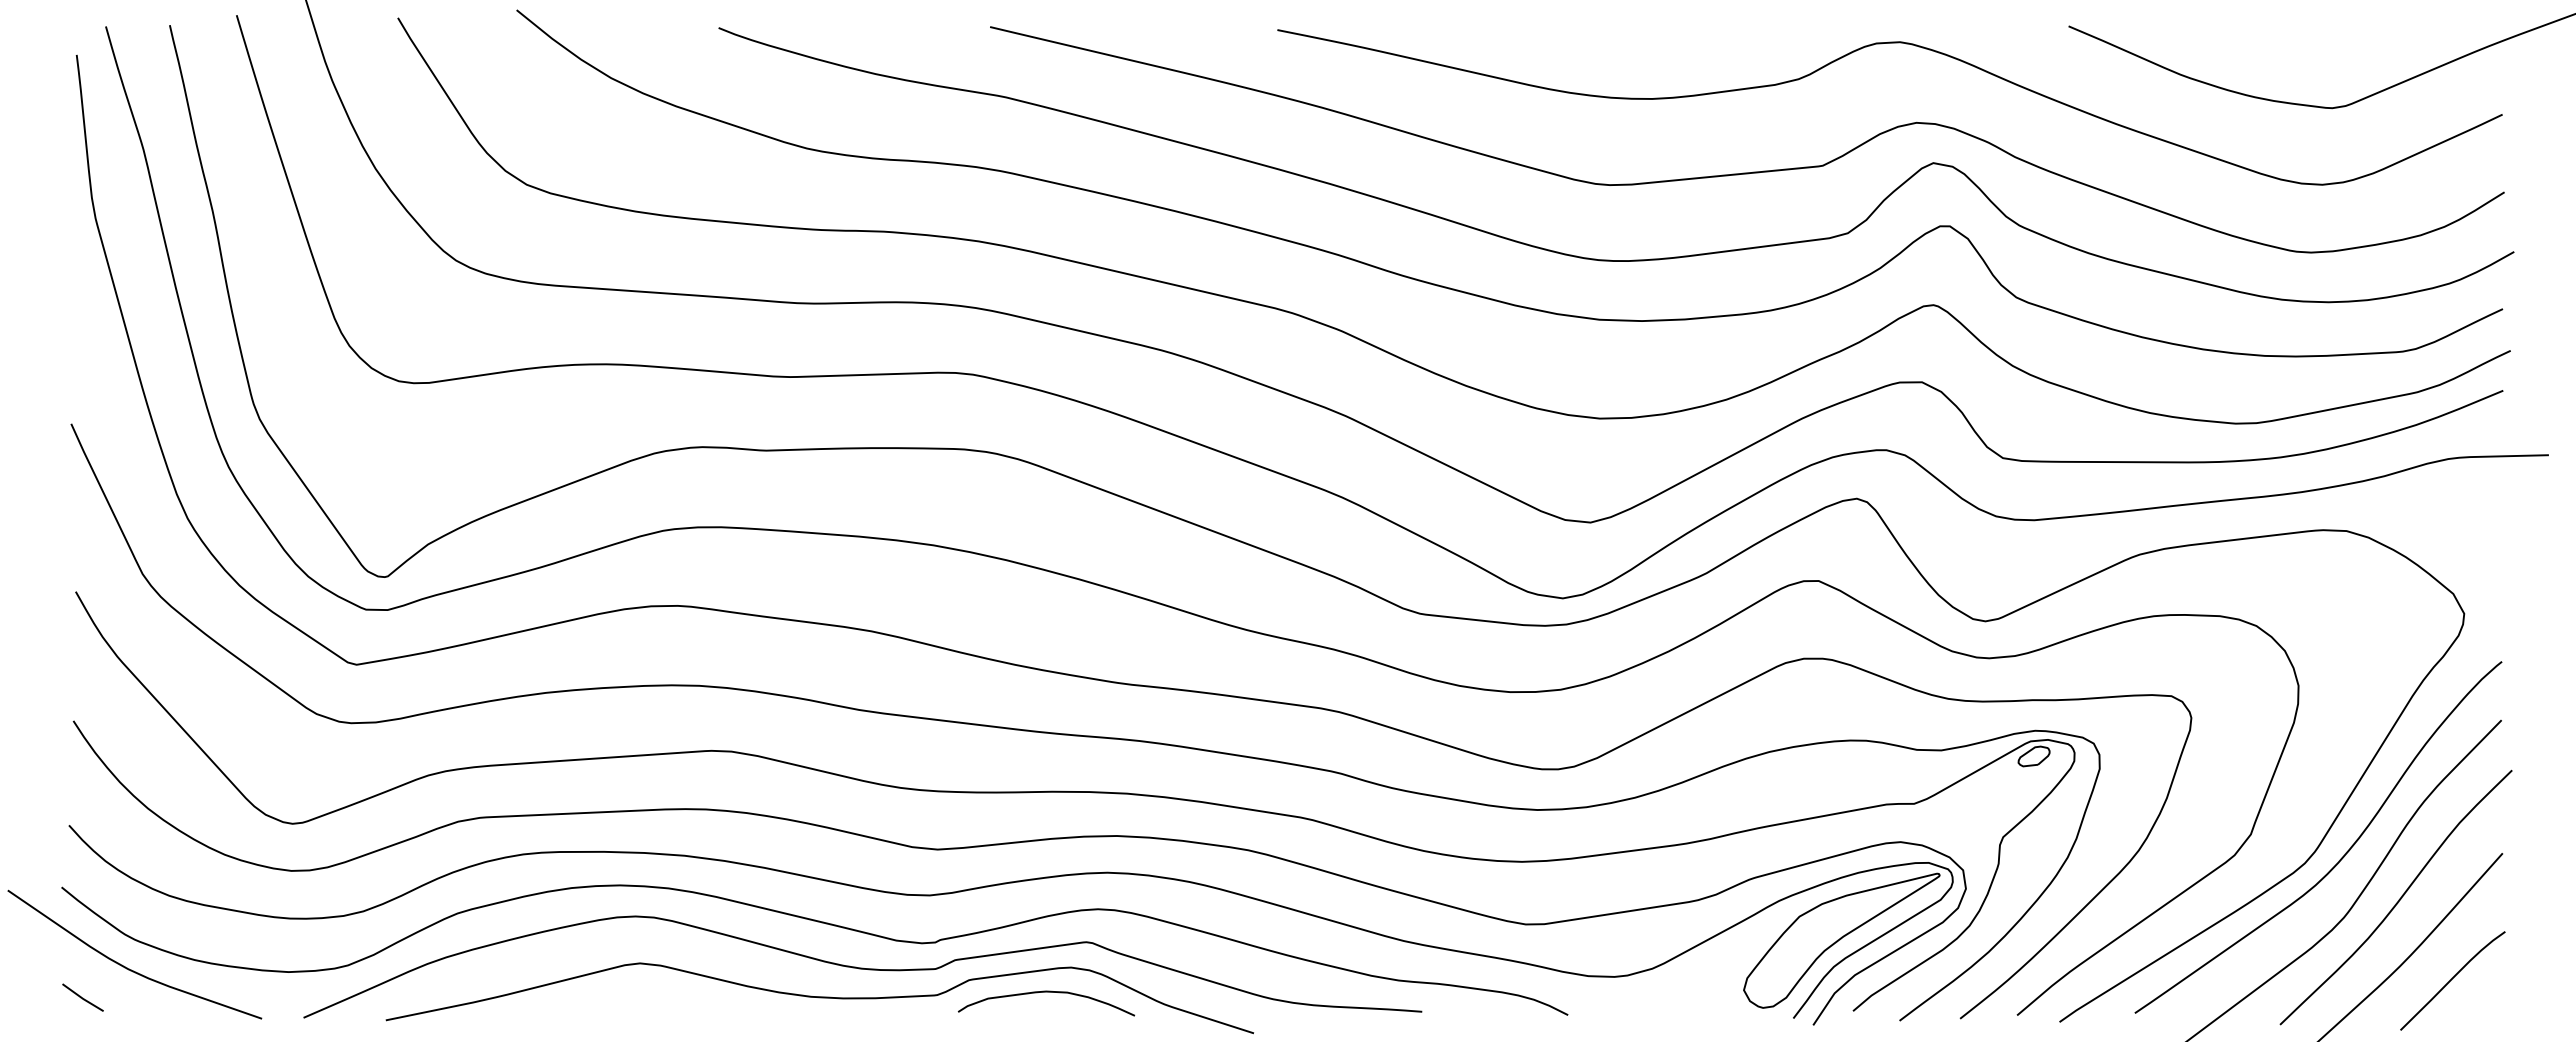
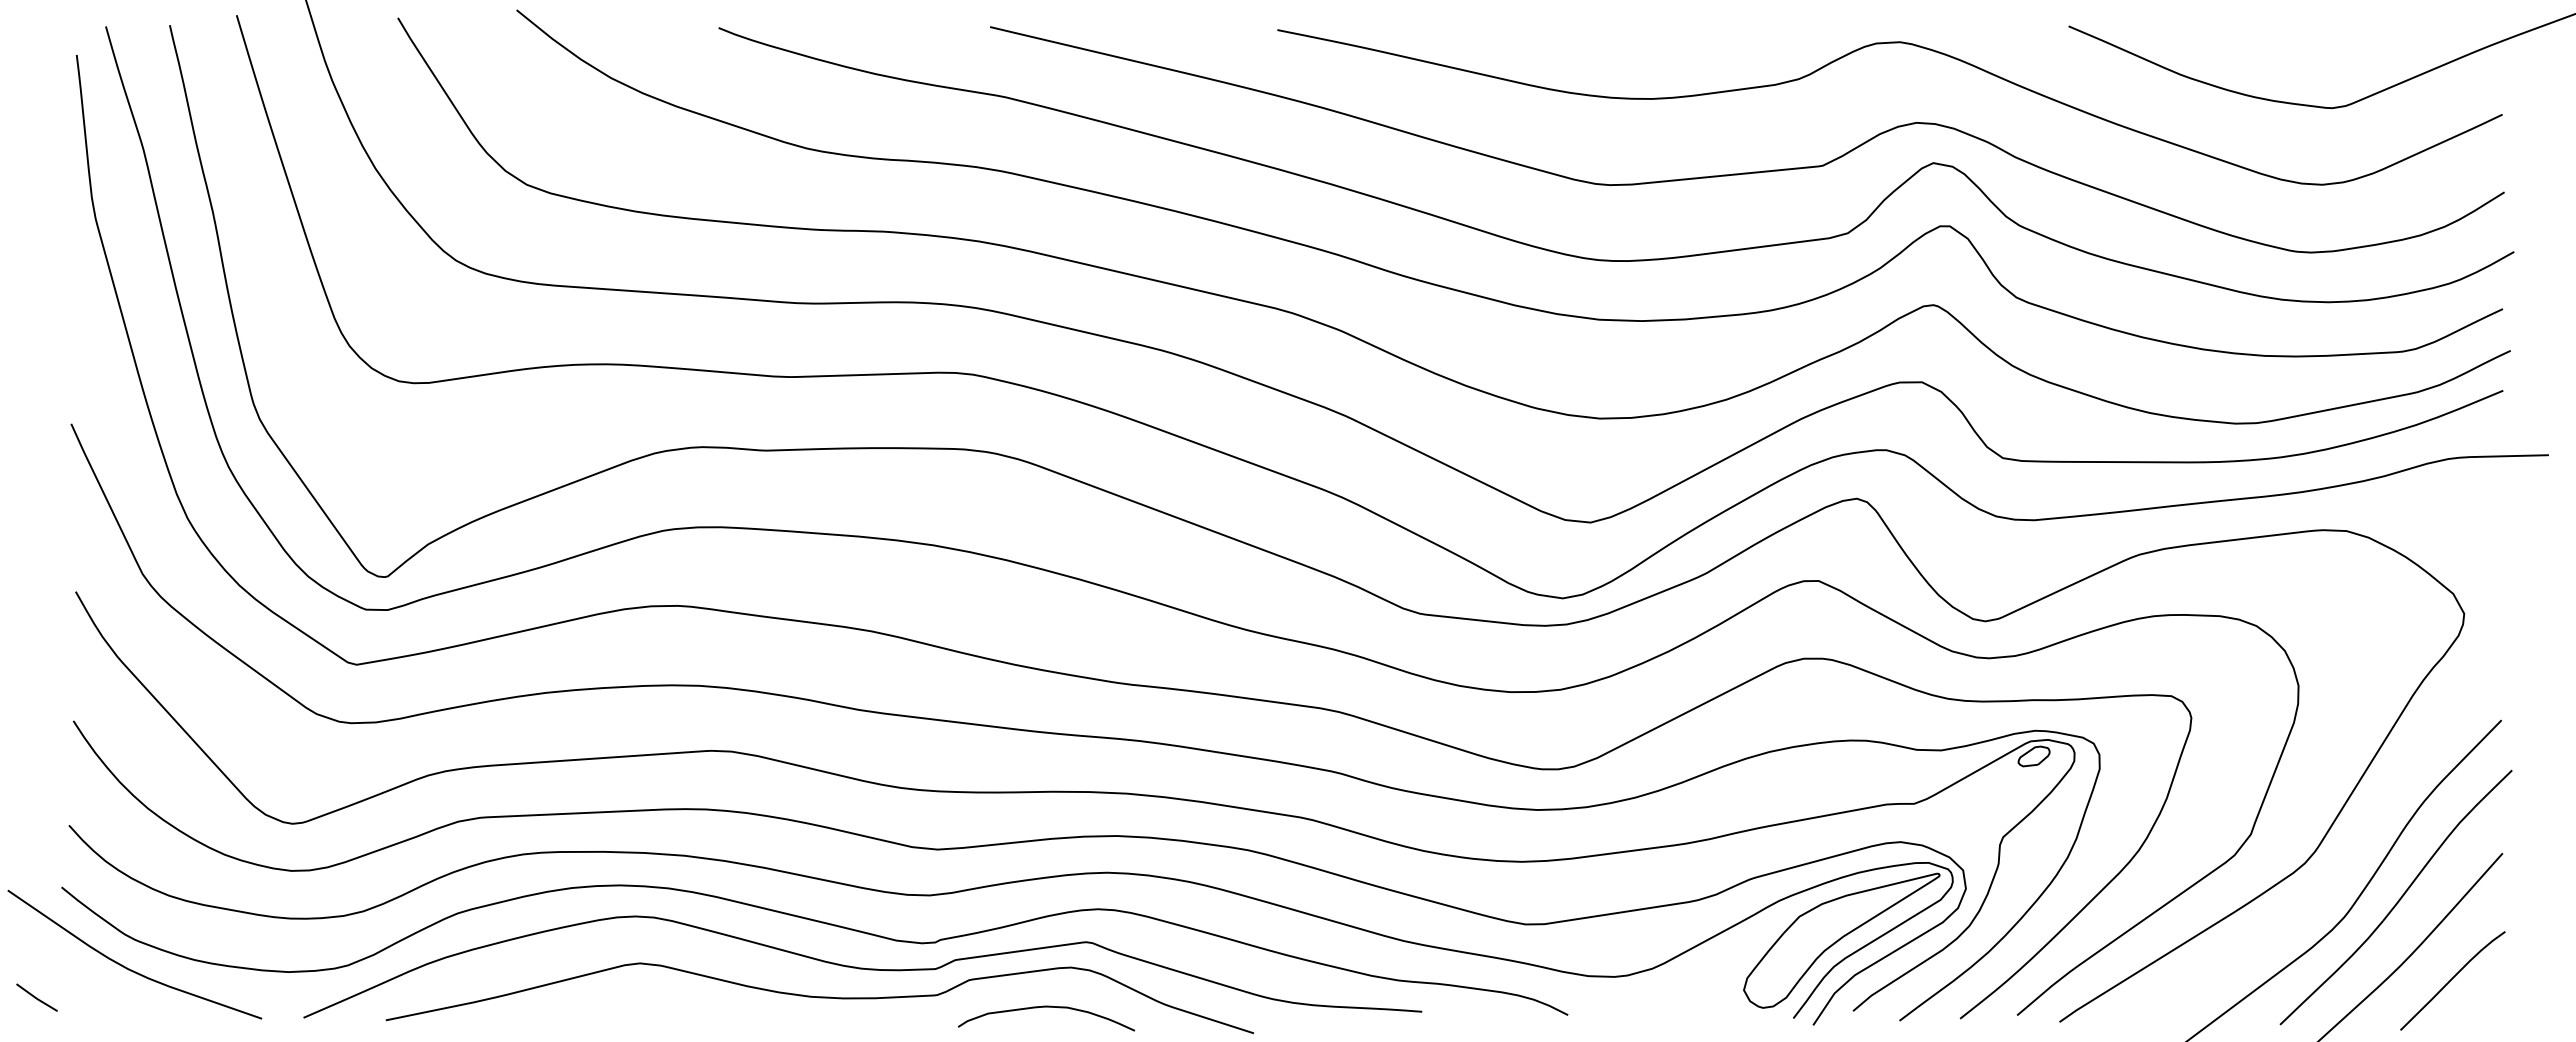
curve at (2340, 858): present -> none
curve at (1046, 992) position: (1046, 992) -> (1046, 1007)
line at (82, 997) position: (82, 997) -> (36, 997)
